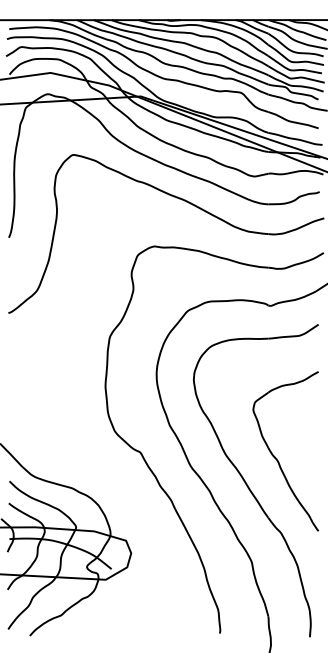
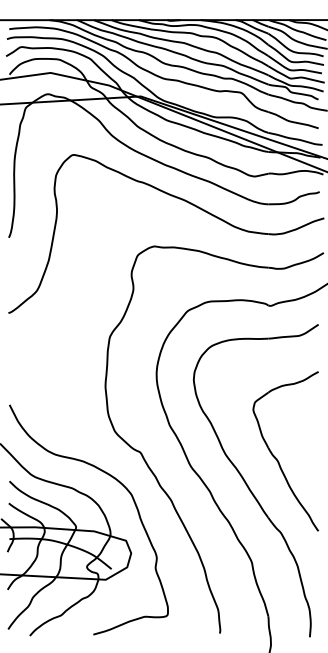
curve at (120, 484): none -> present
